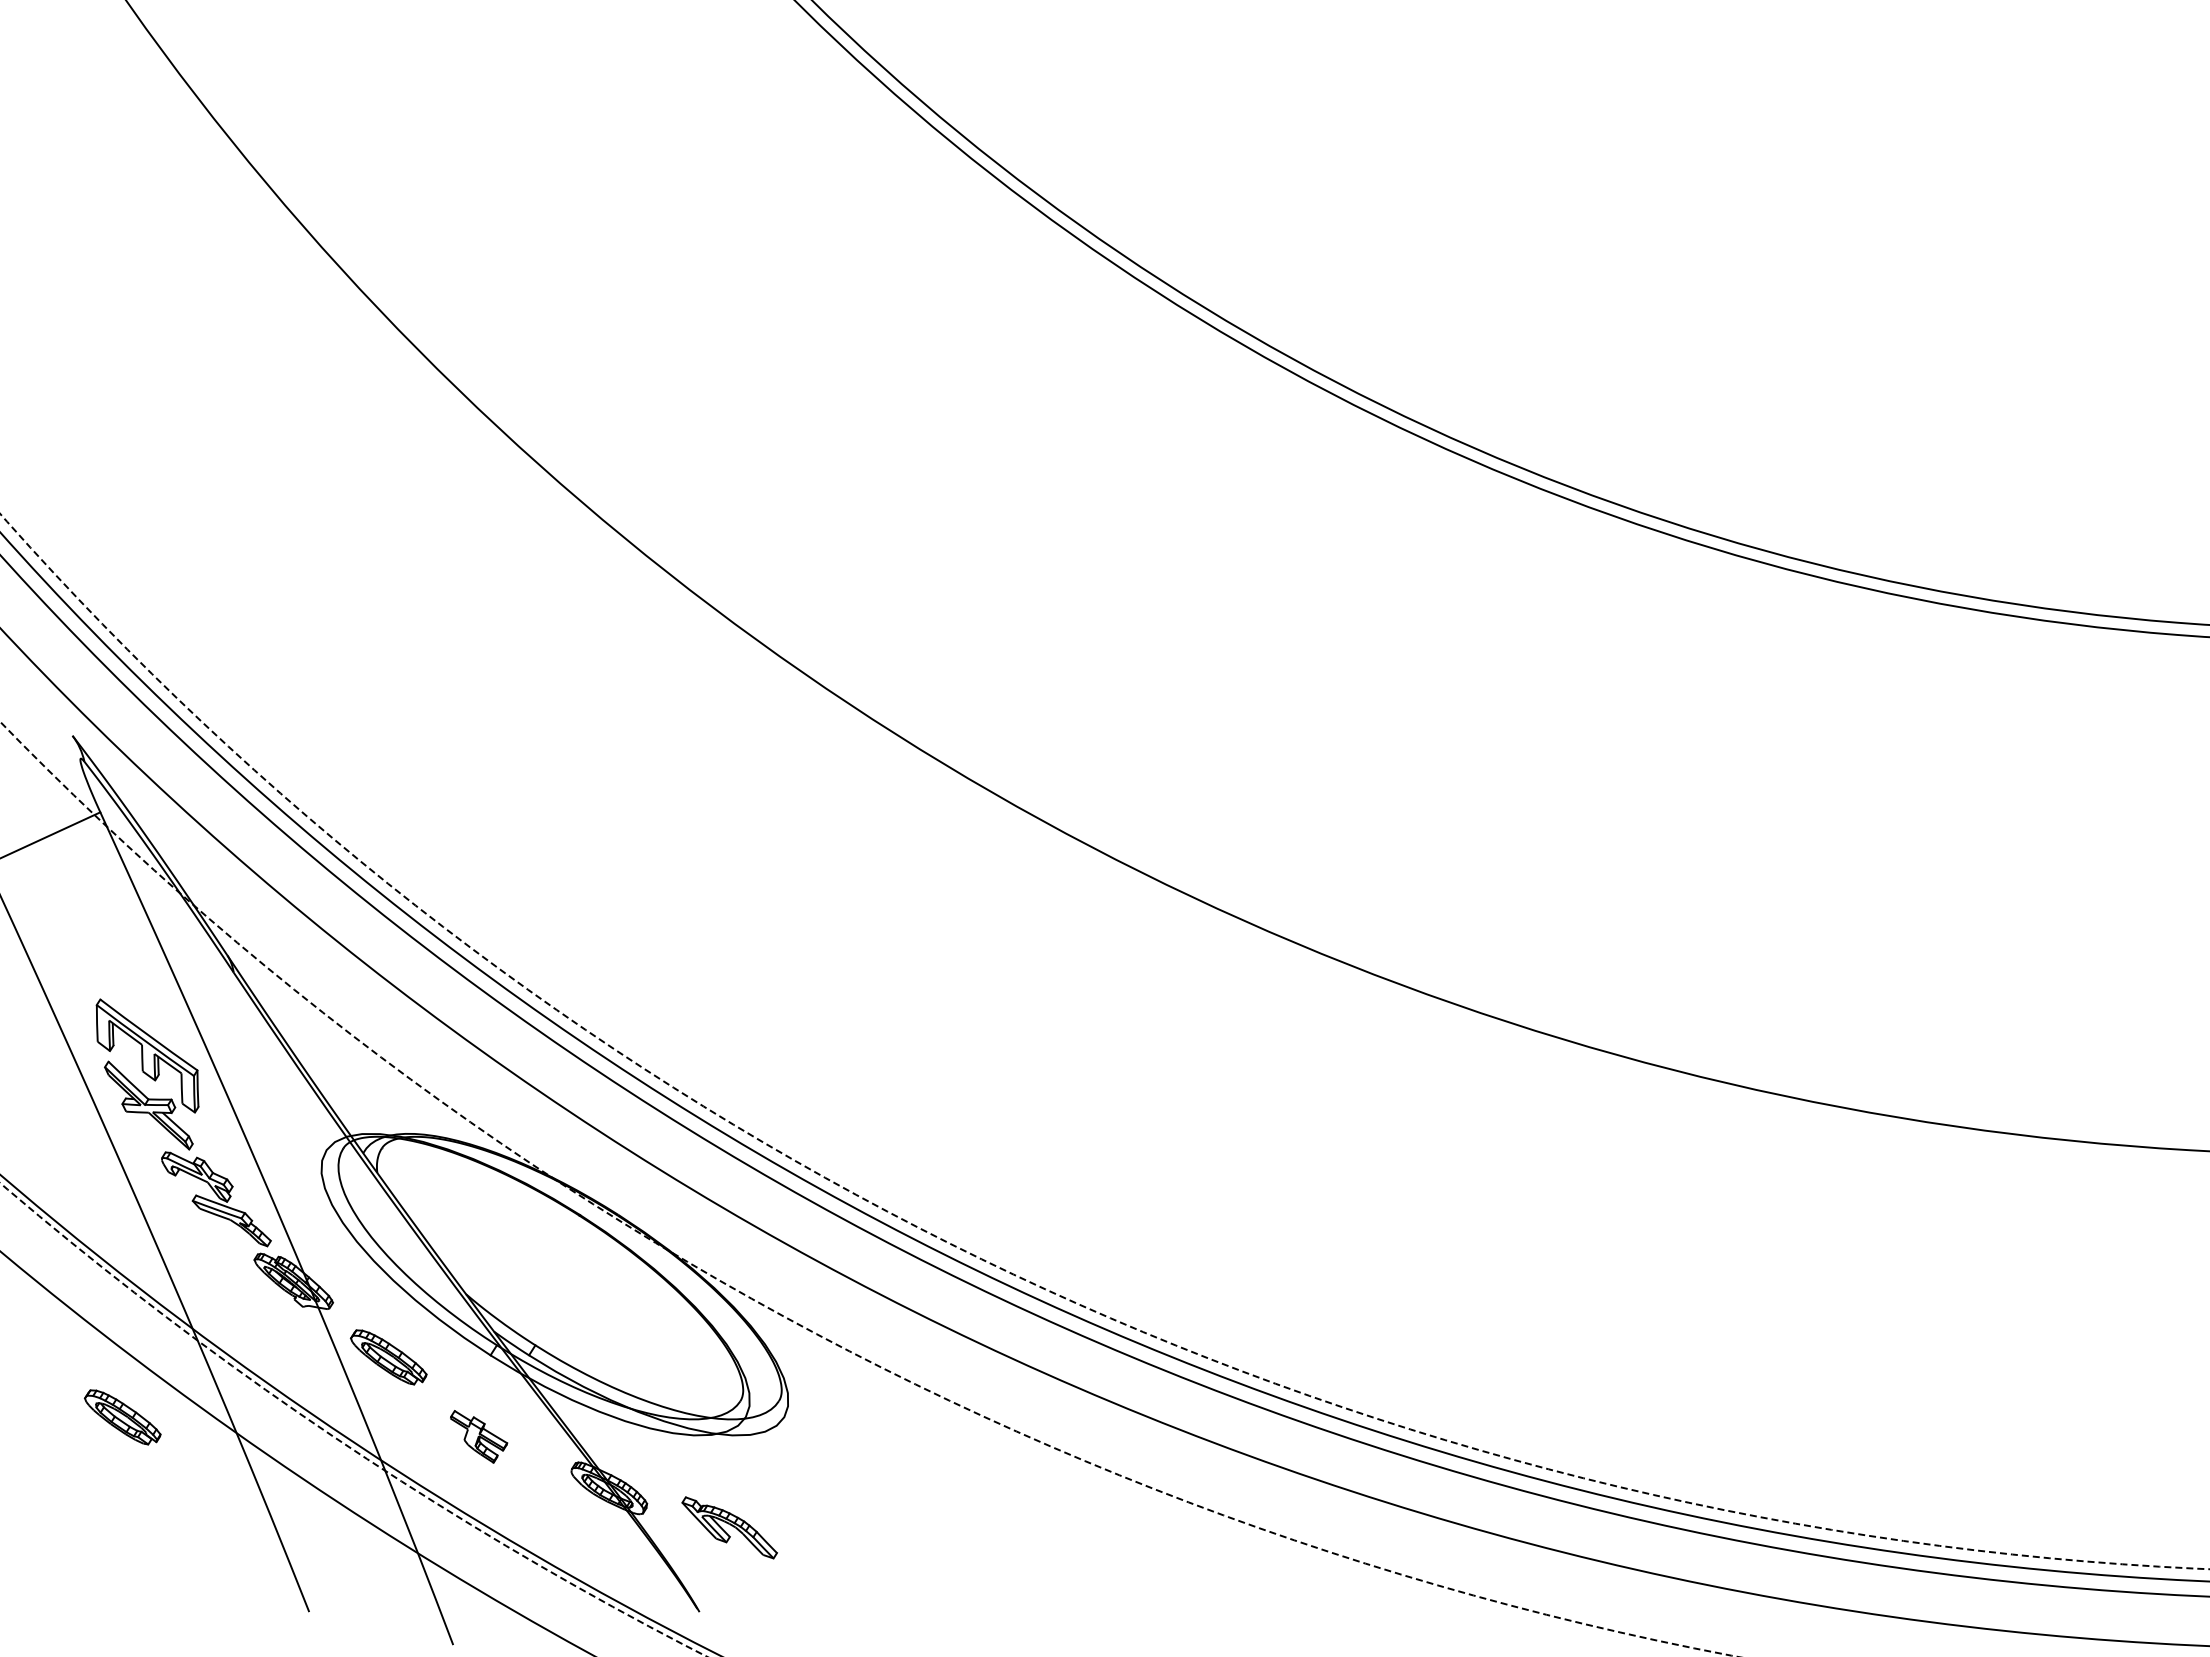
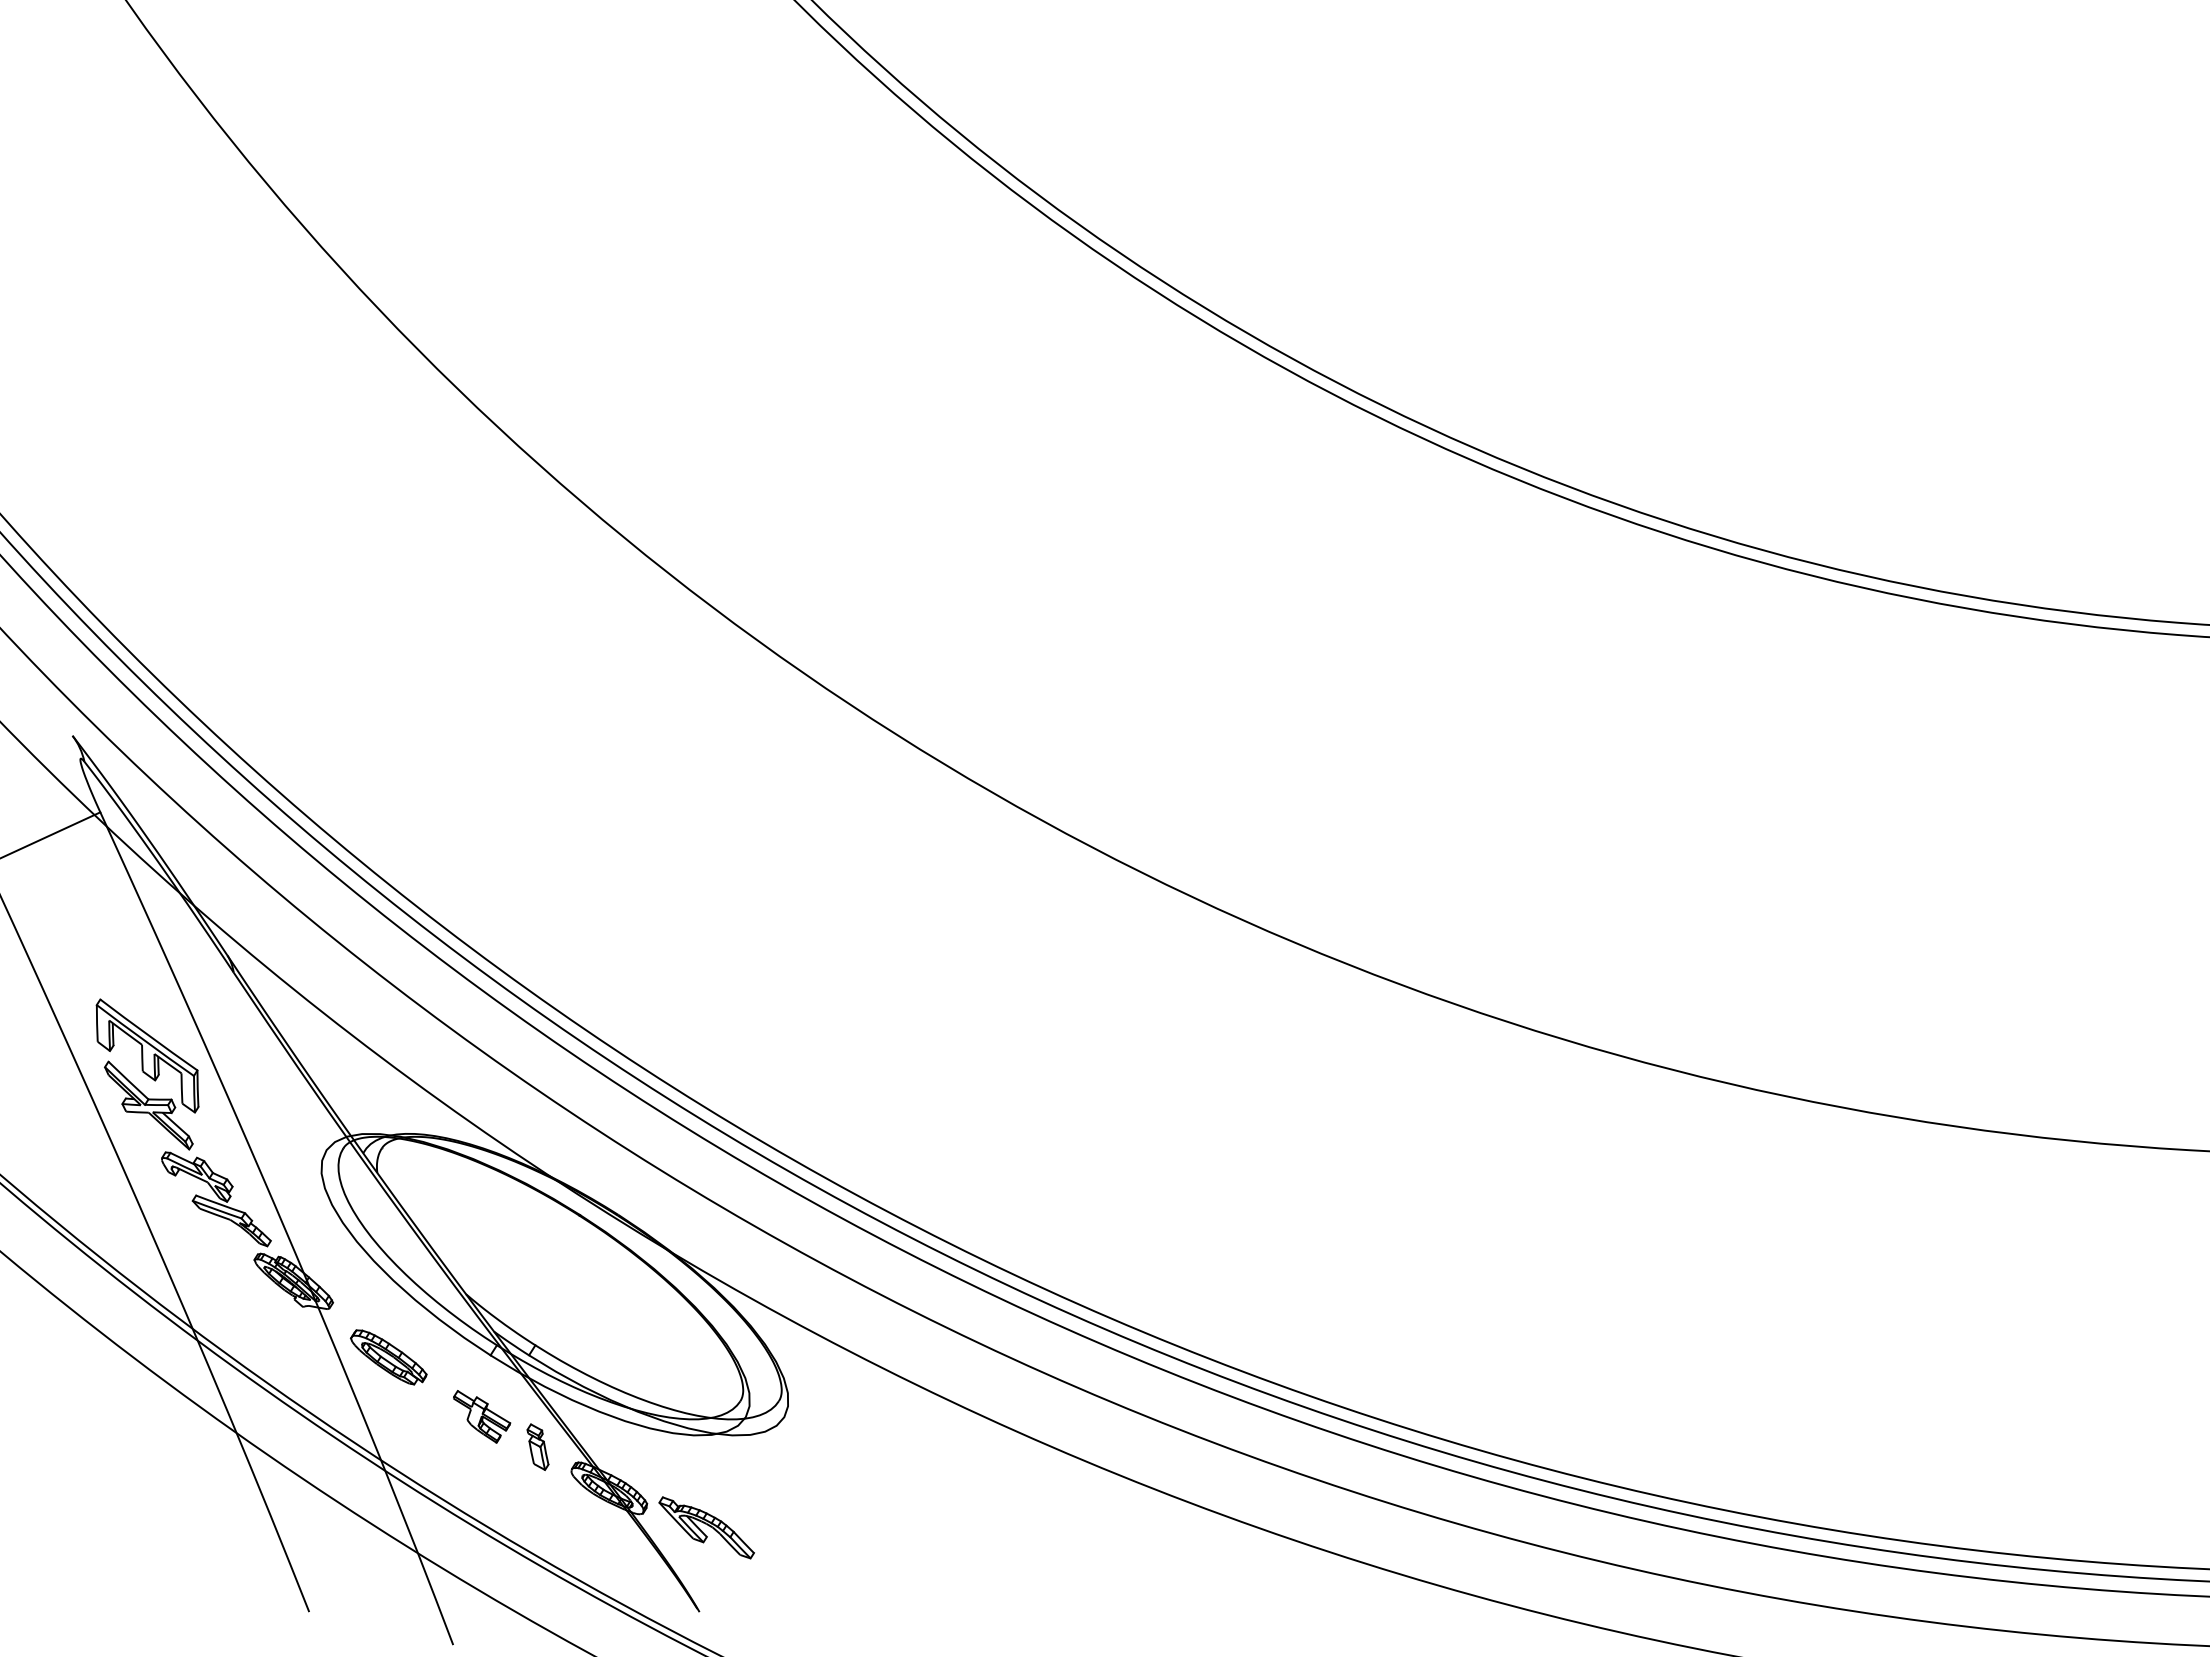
arc at (990, 1263): dashed -> solid
arc at (802, 1326): dashed -> solid
part at (122, 1417): present -> none
part at (479, 1436) position: (479, 1436) -> (482, 1416)
arc at (340, 1441): dashed -> solid
part at (537, 1446): none -> present
part at (729, 1527) position: (729, 1527) -> (706, 1527)
